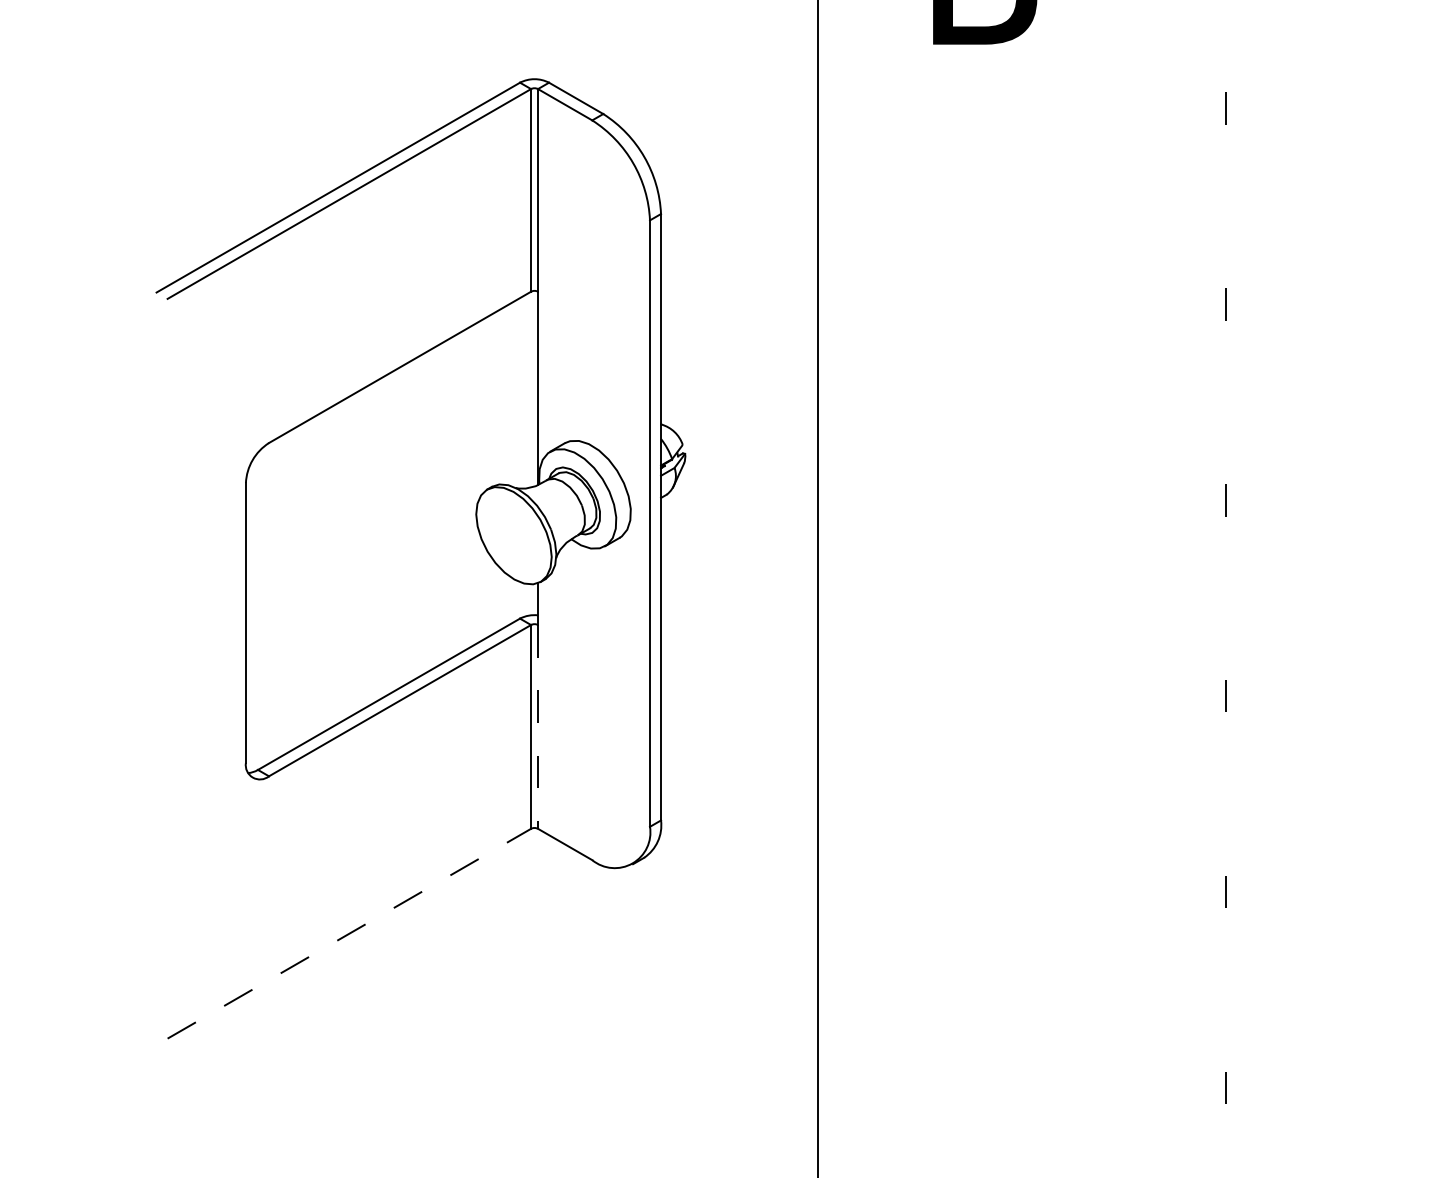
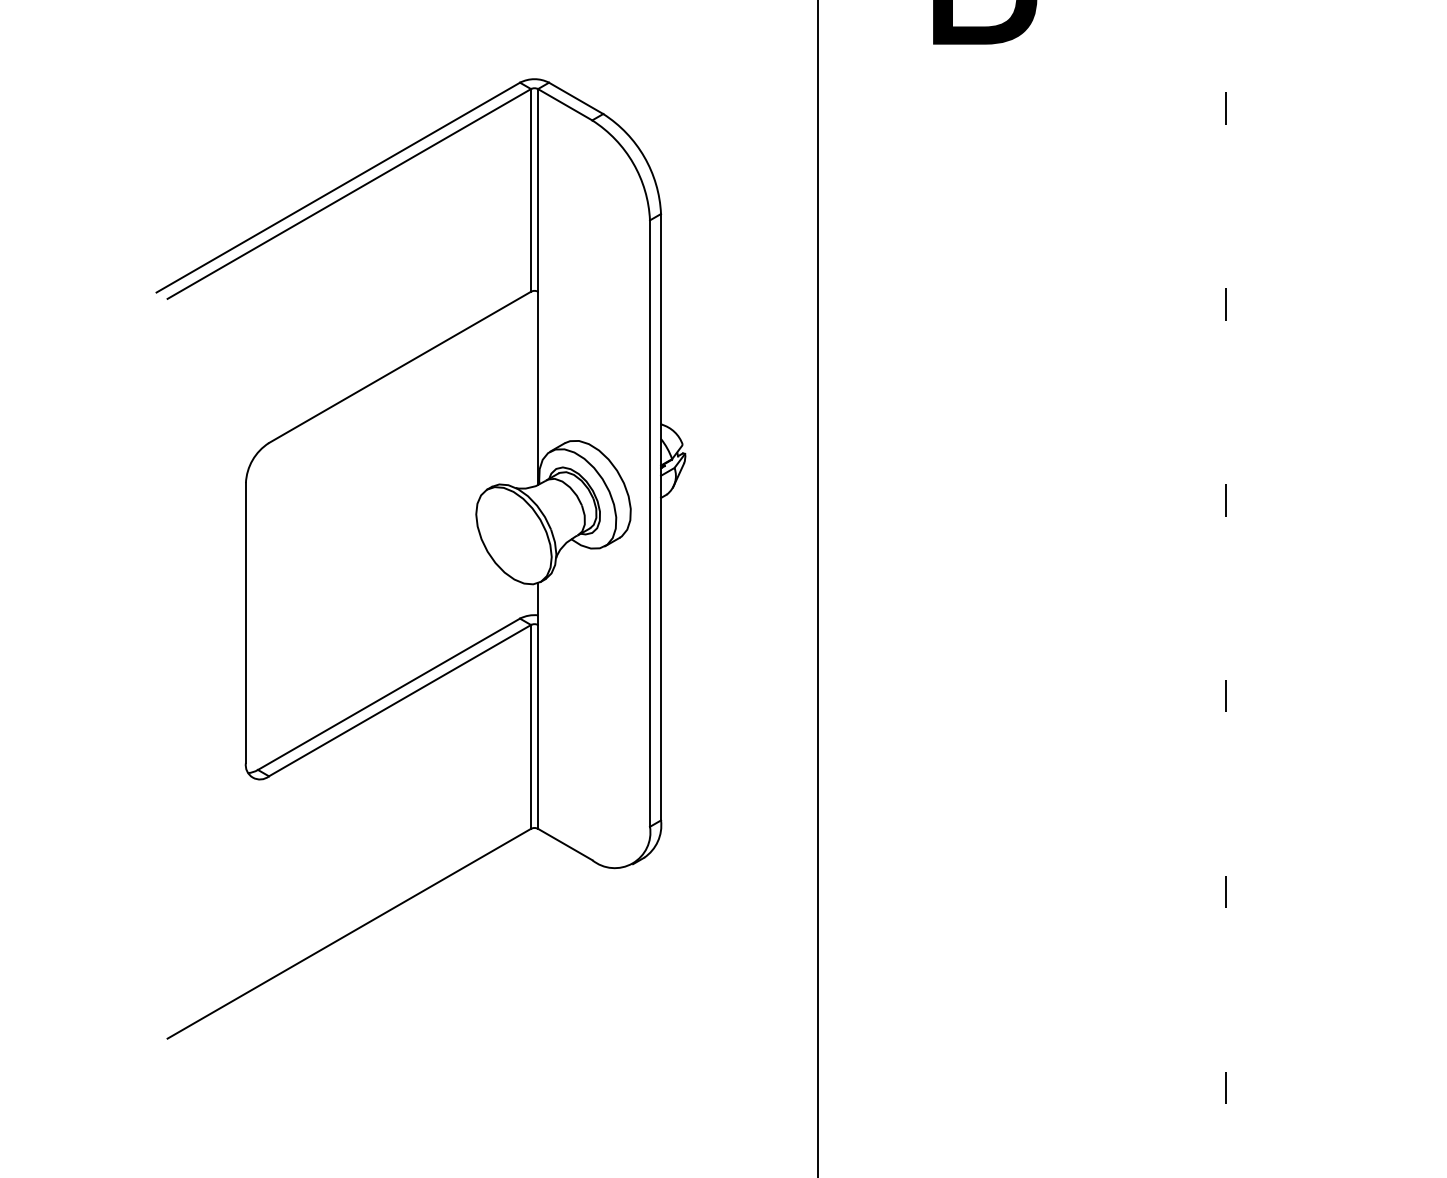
line at (538, 726): dashed -> solid
line at (349, 933): dashed -> solid
